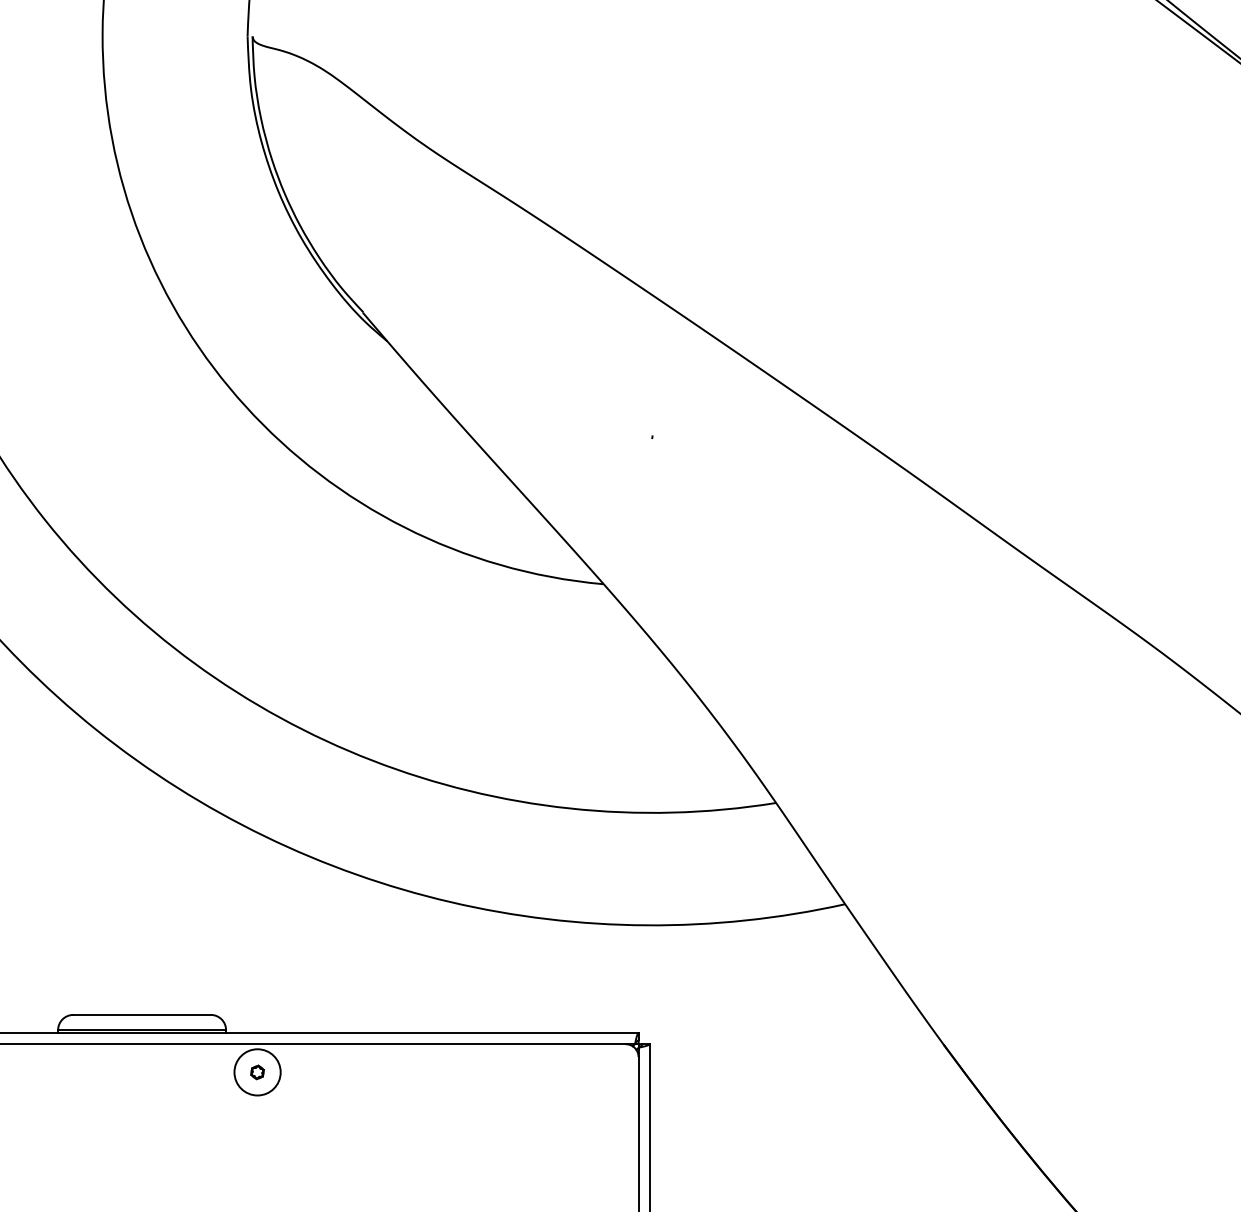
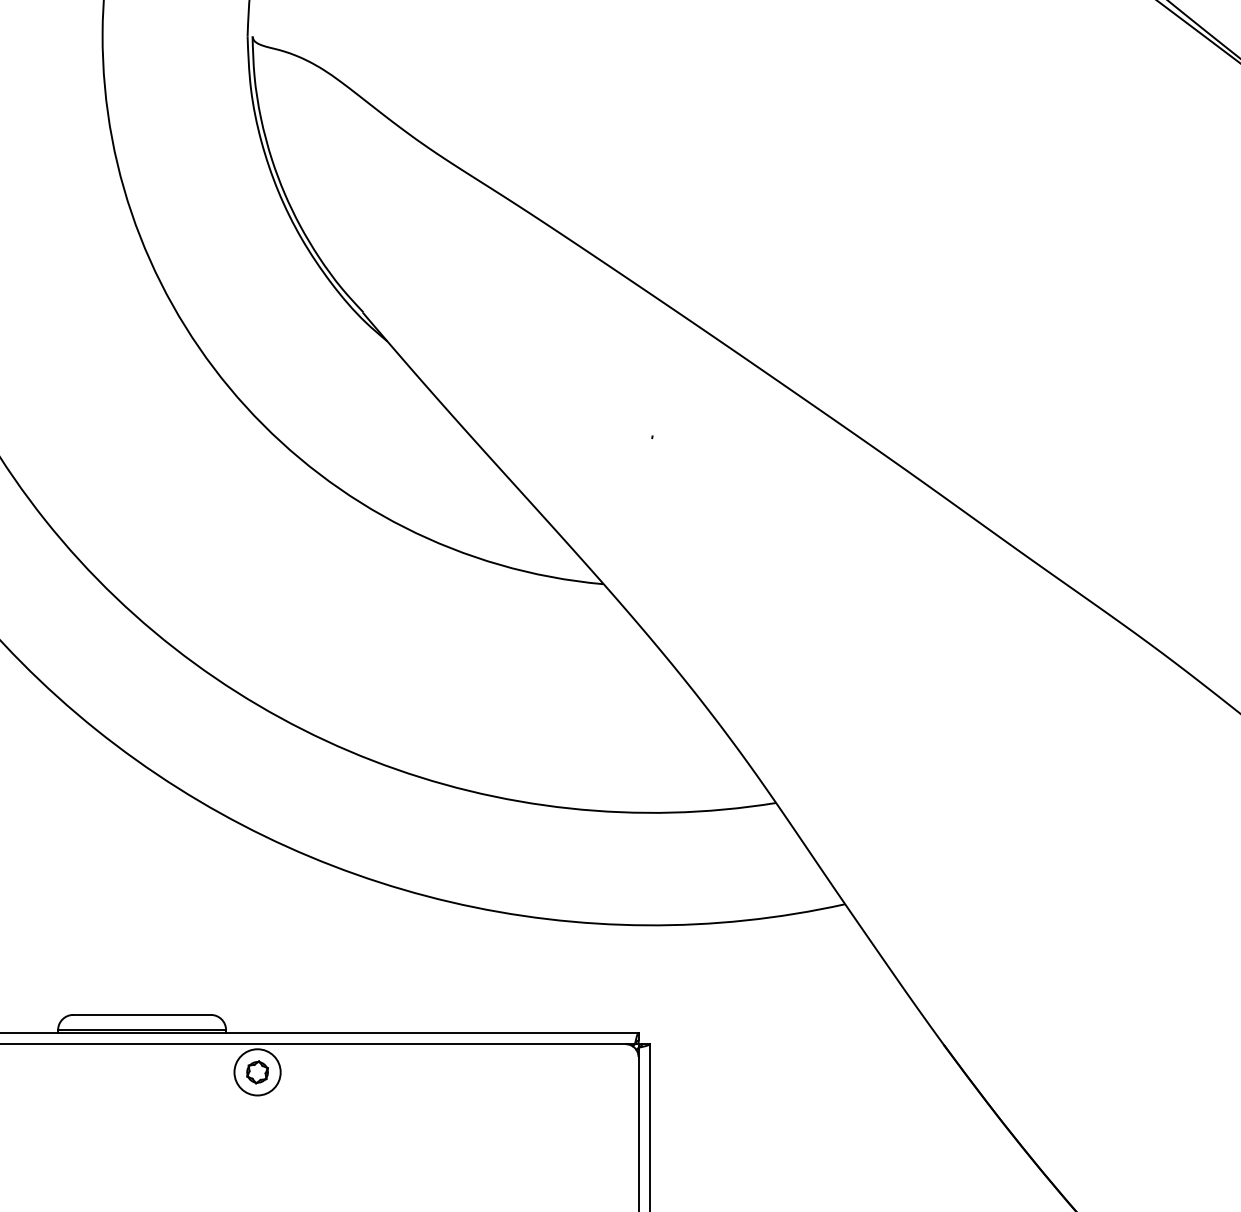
part at (257, 1072) size: 15x17 px -> 23x25 px
